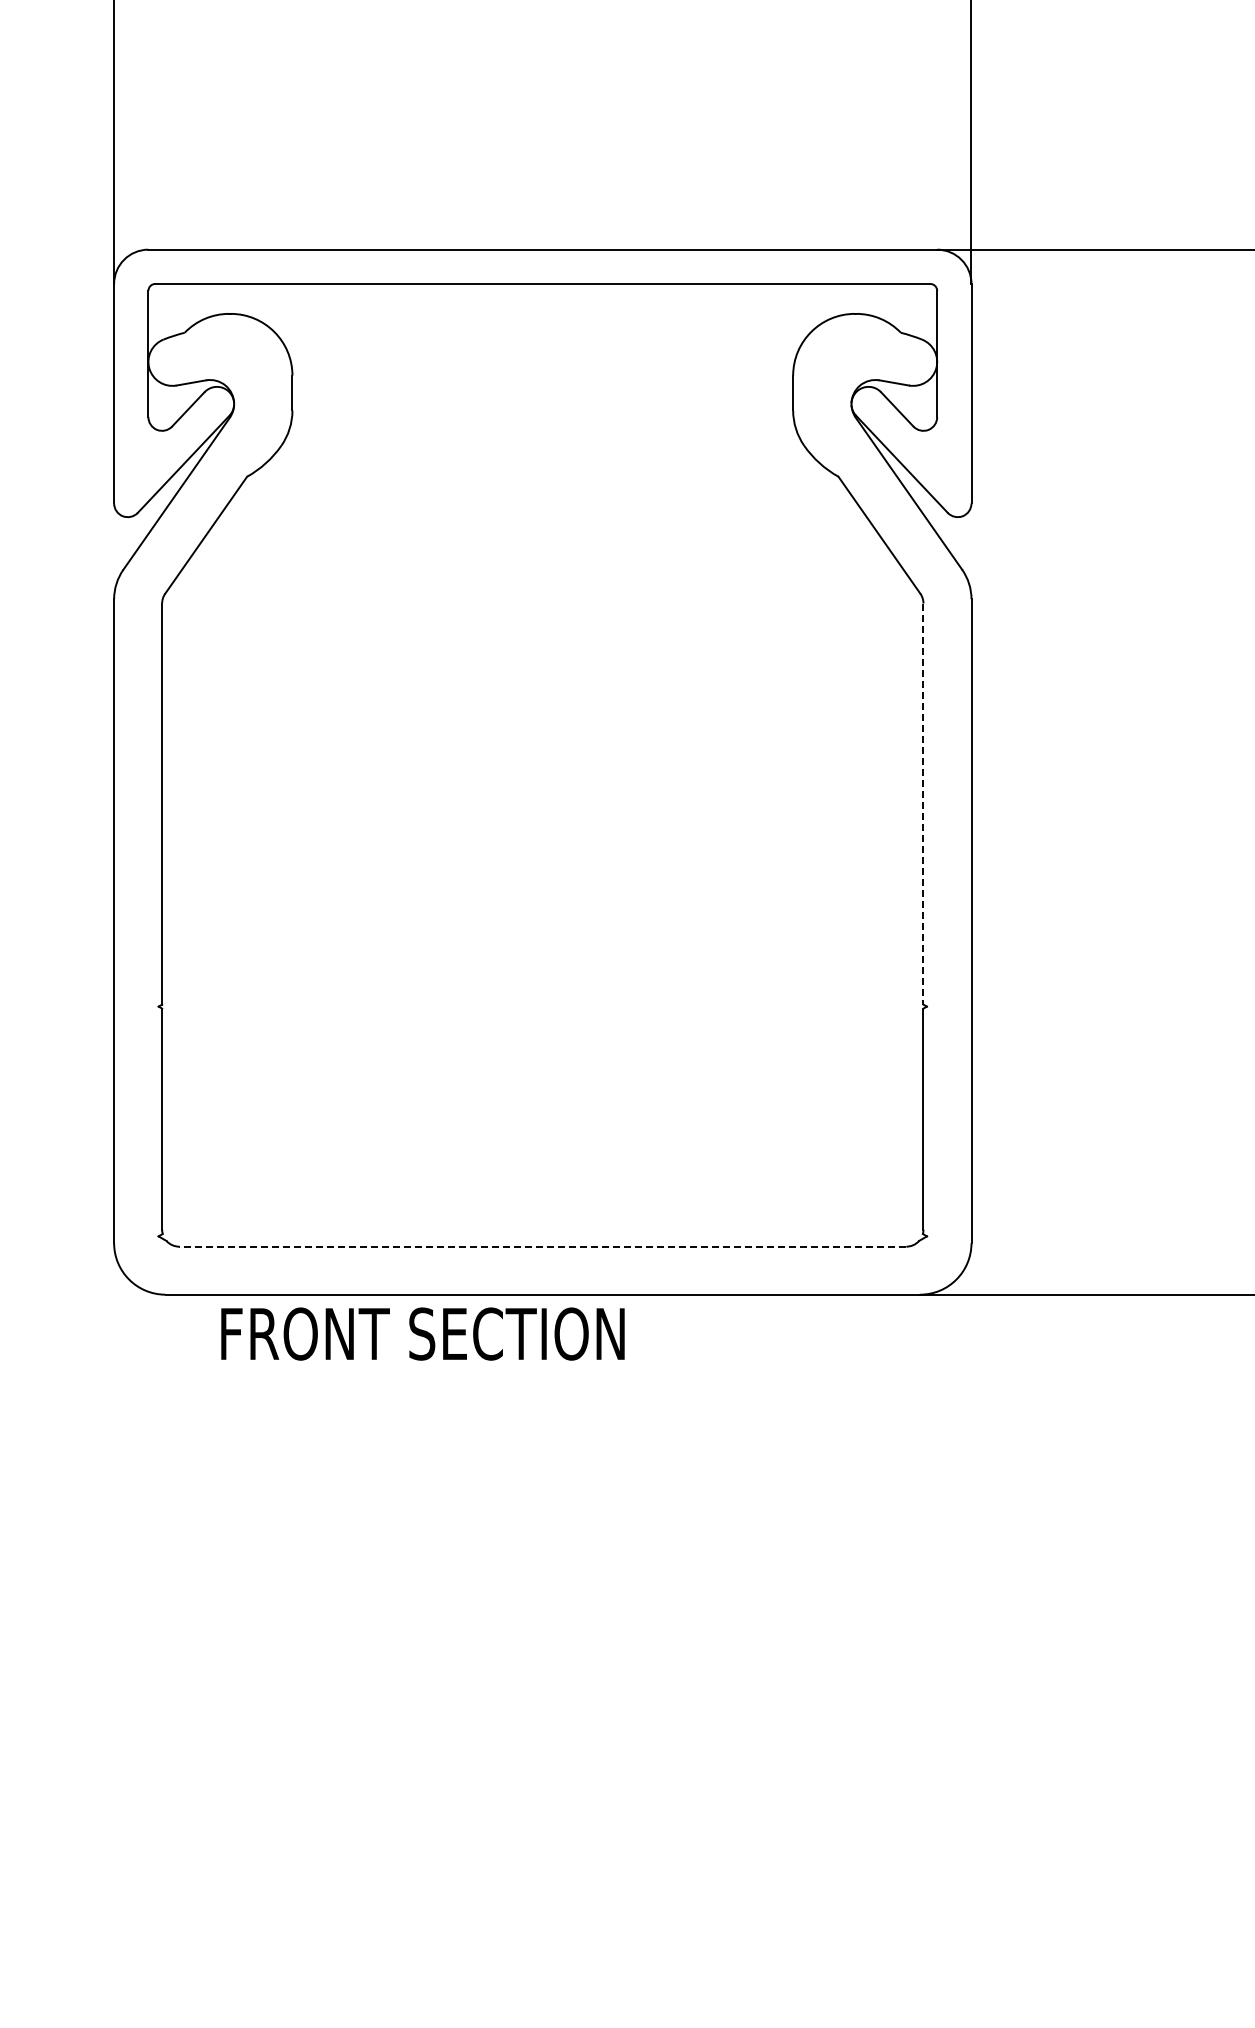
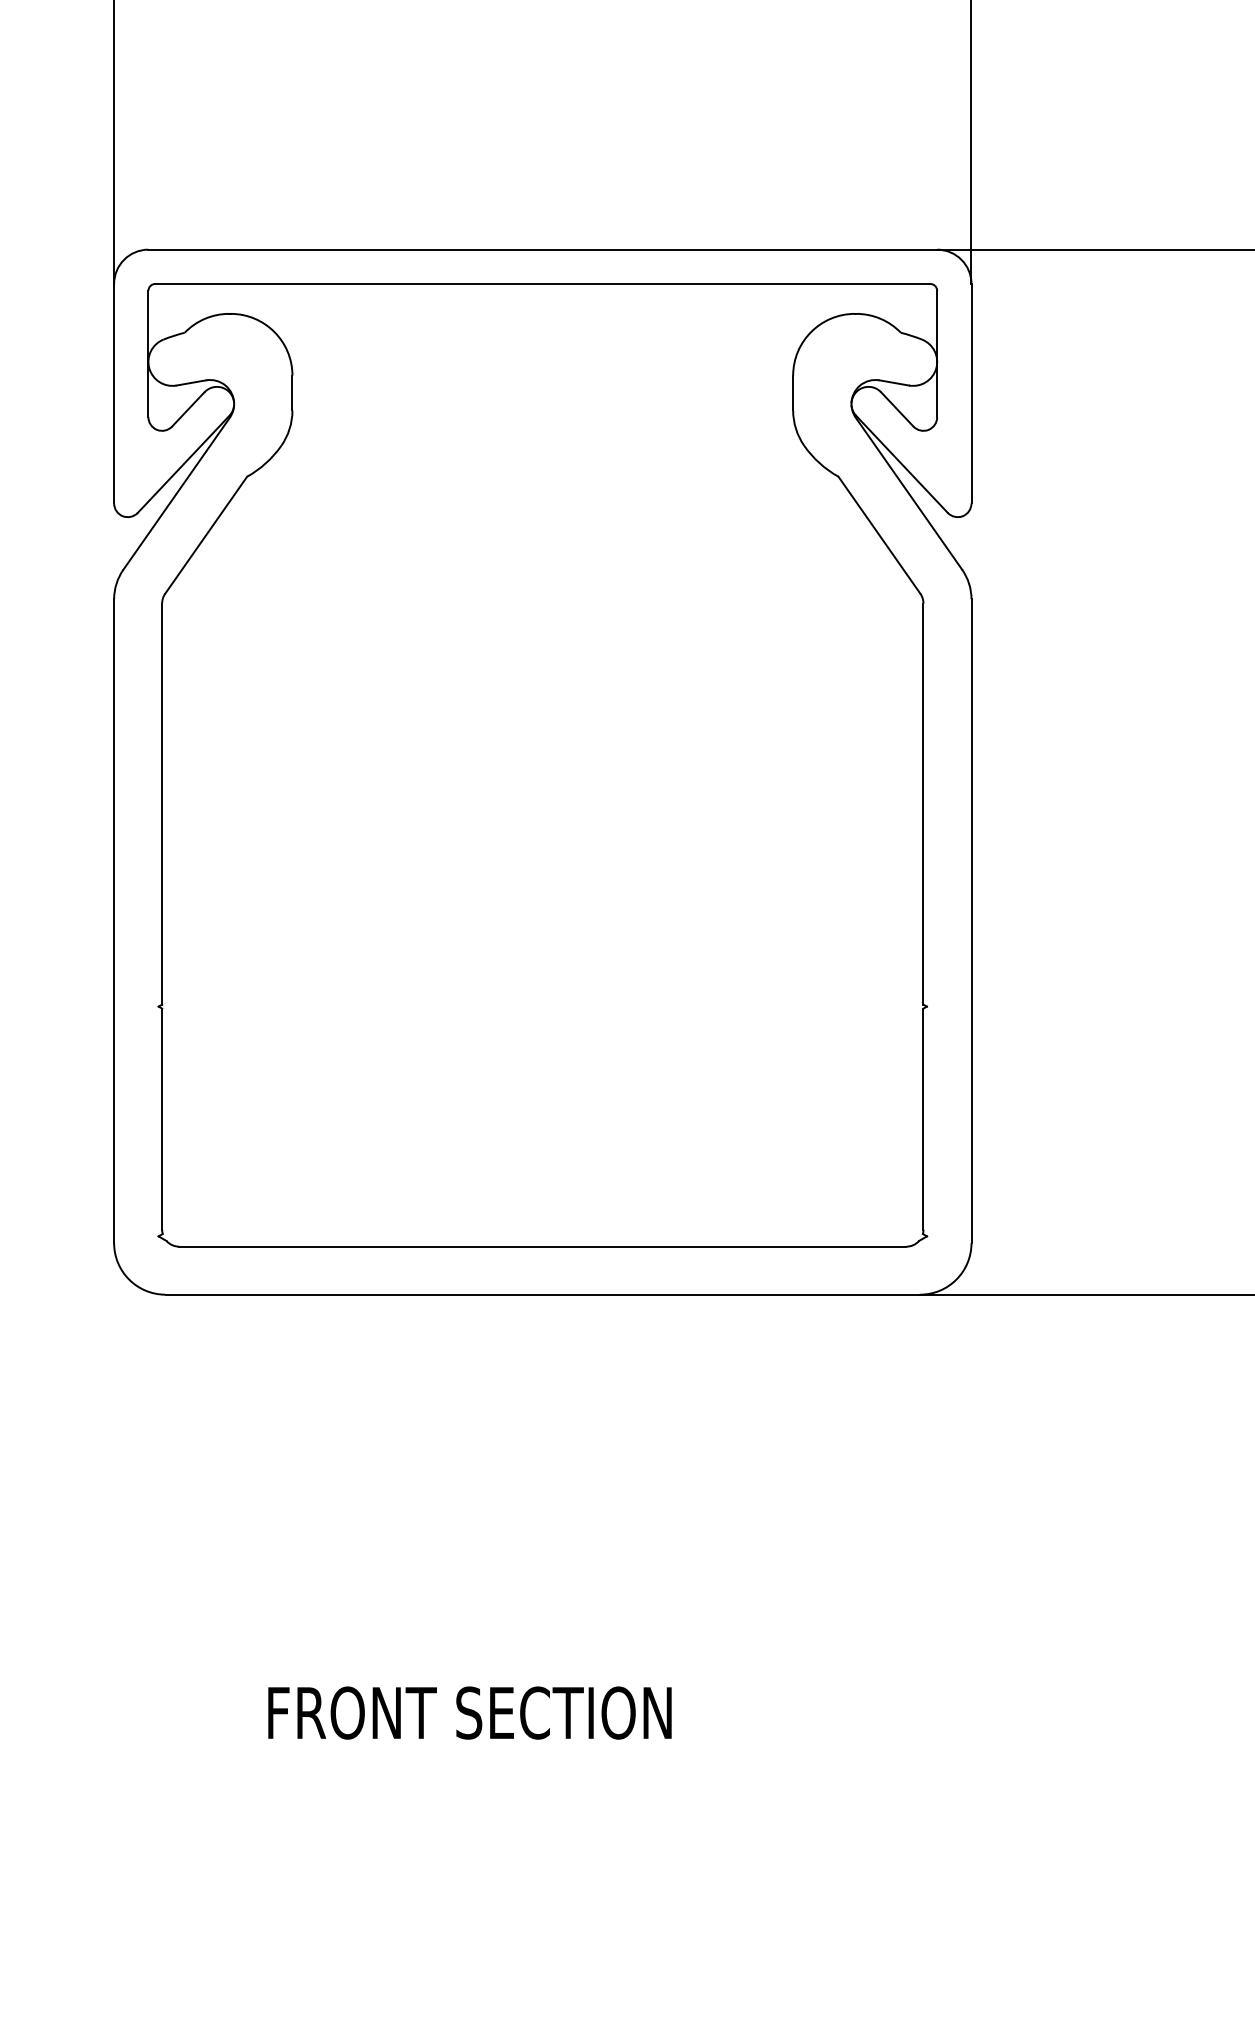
line at (923, 804): dashed -> solid
line at (542, 1246): dashed -> solid
text at (422, 1333) position: (422, 1333) -> (469, 1712)
